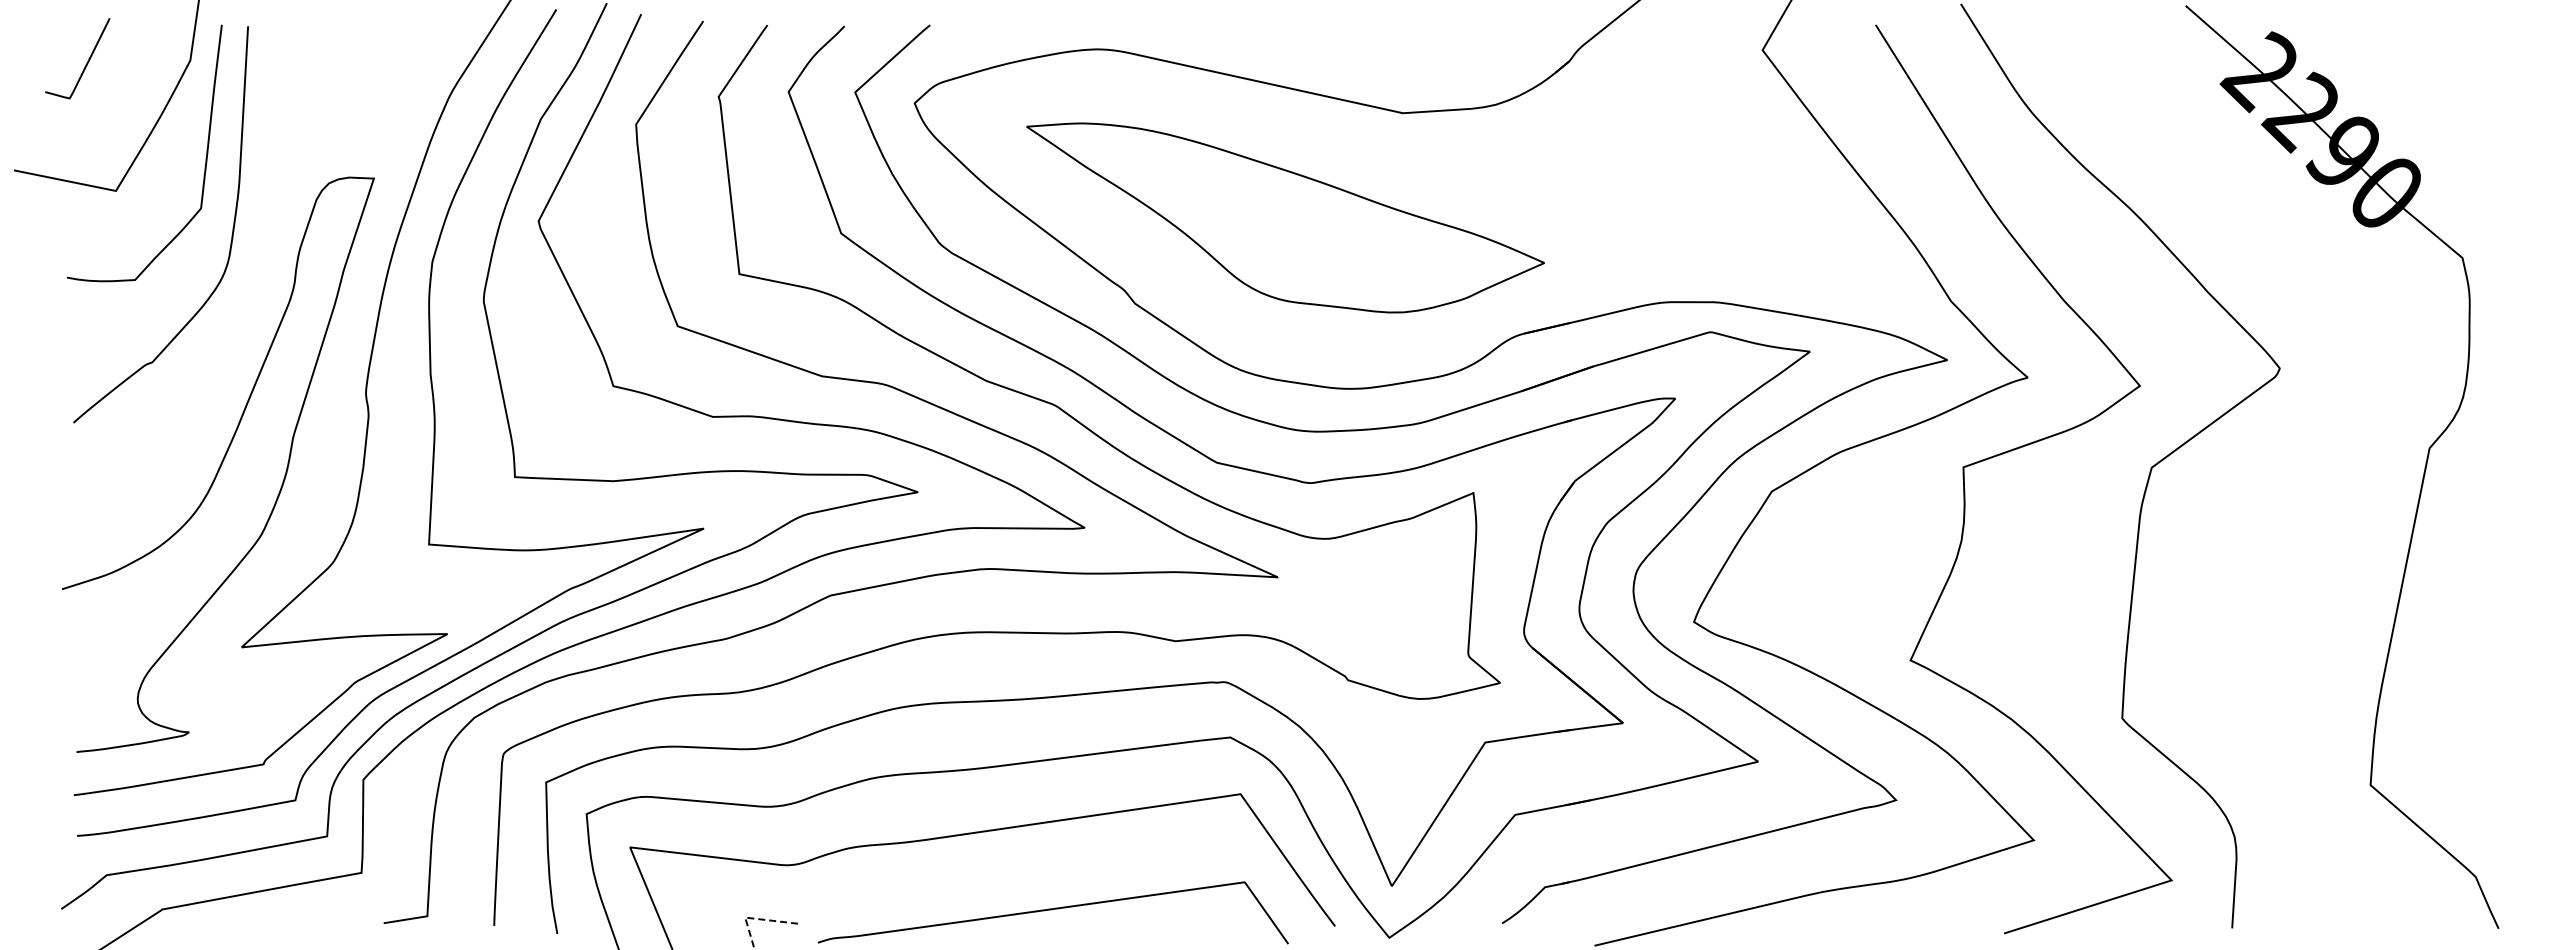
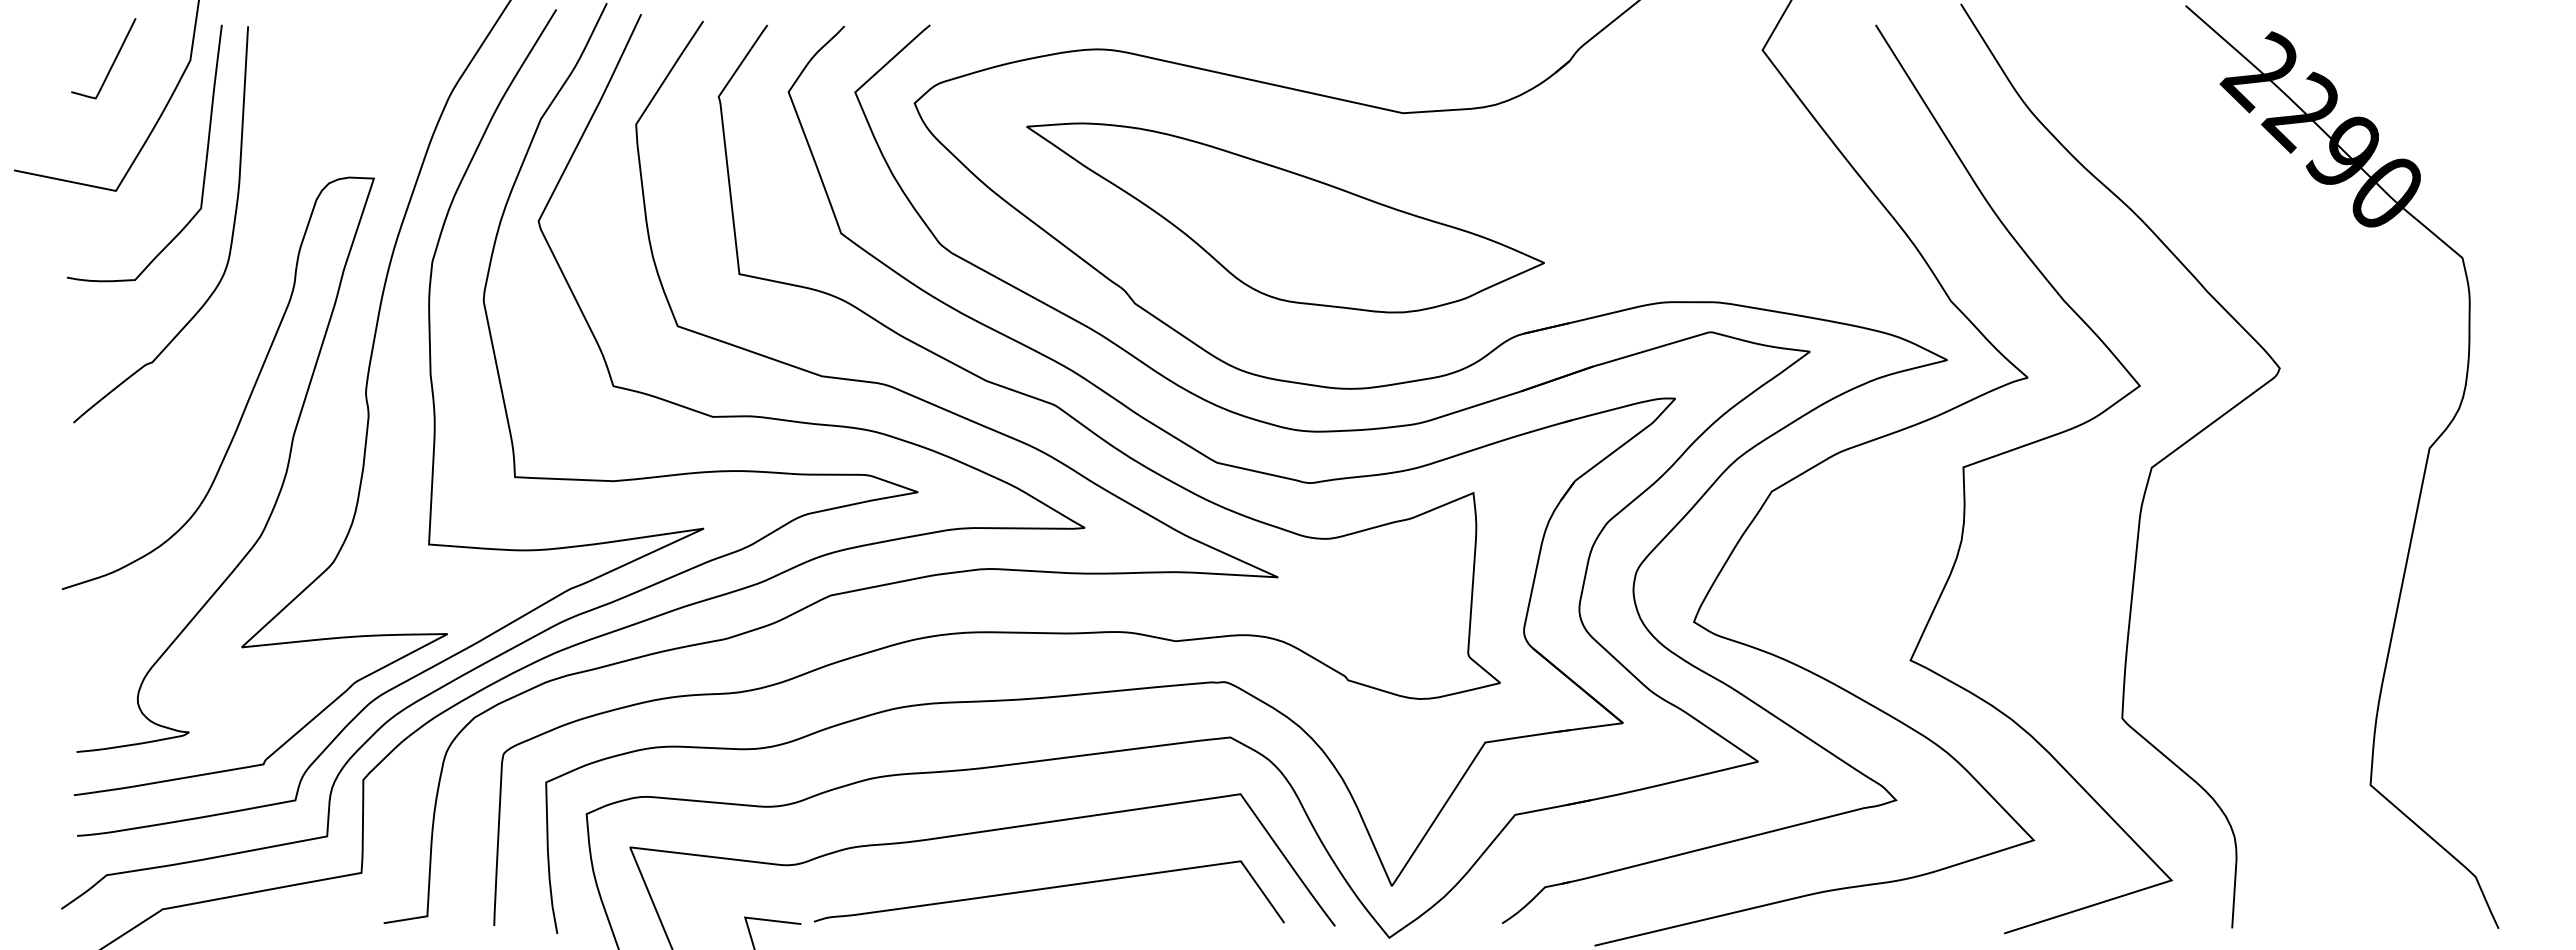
curve at (86, 62) position: (86, 62) -> (112, 62)
curve at (1051, 910) position: (1051, 910) -> (1047, 889)
line at (757, 918): dashed -> solid
